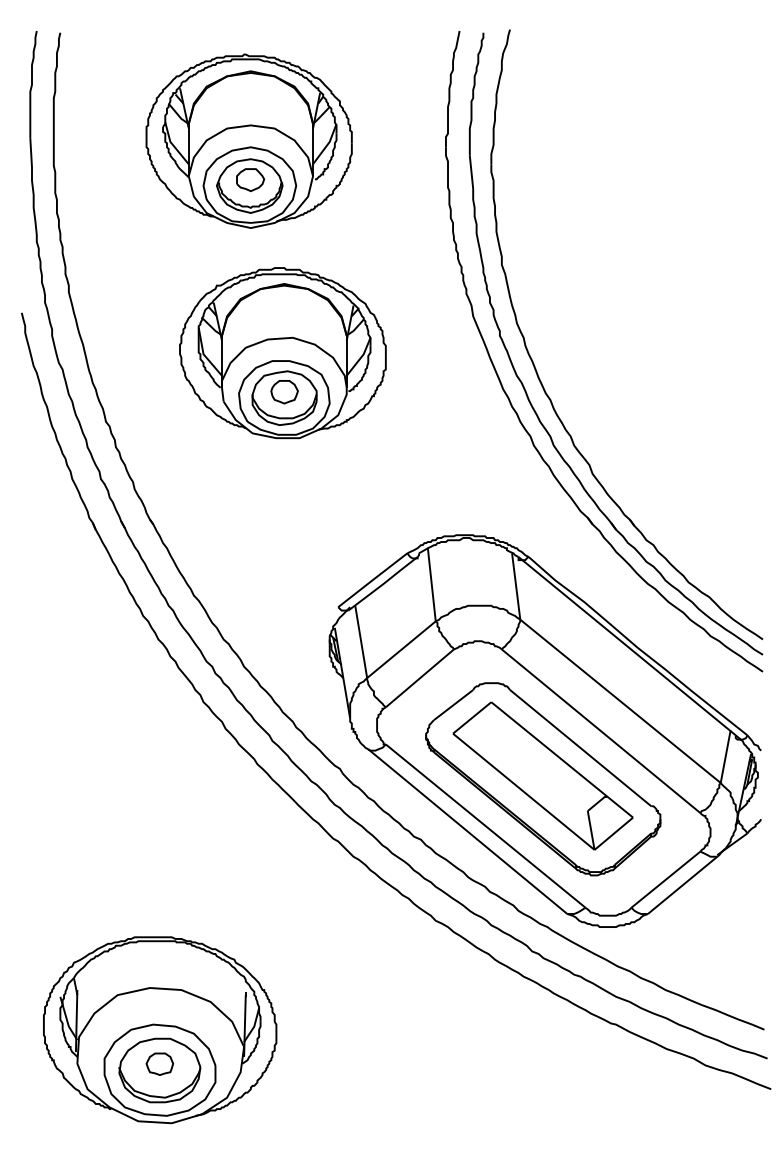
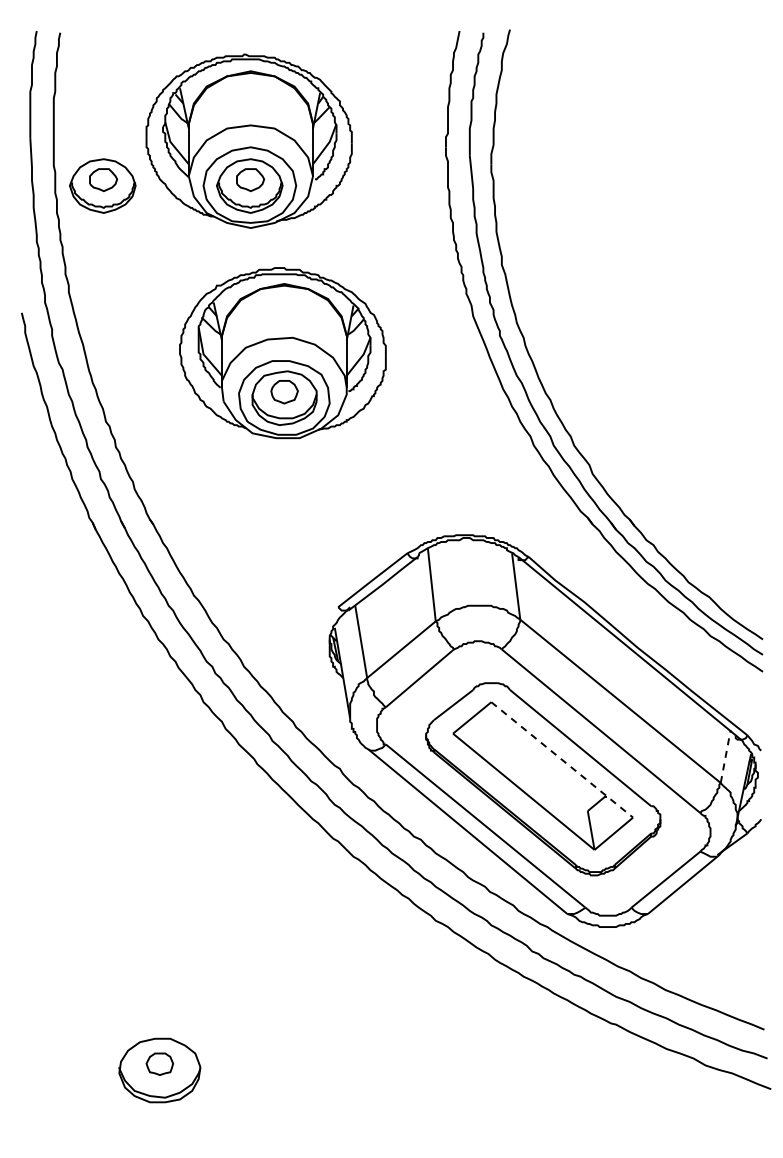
part at (102, 185): none -> present
line at (725, 756): solid -> dashed
line at (562, 760): solid -> dashed
part at (160, 1030): present -> none
